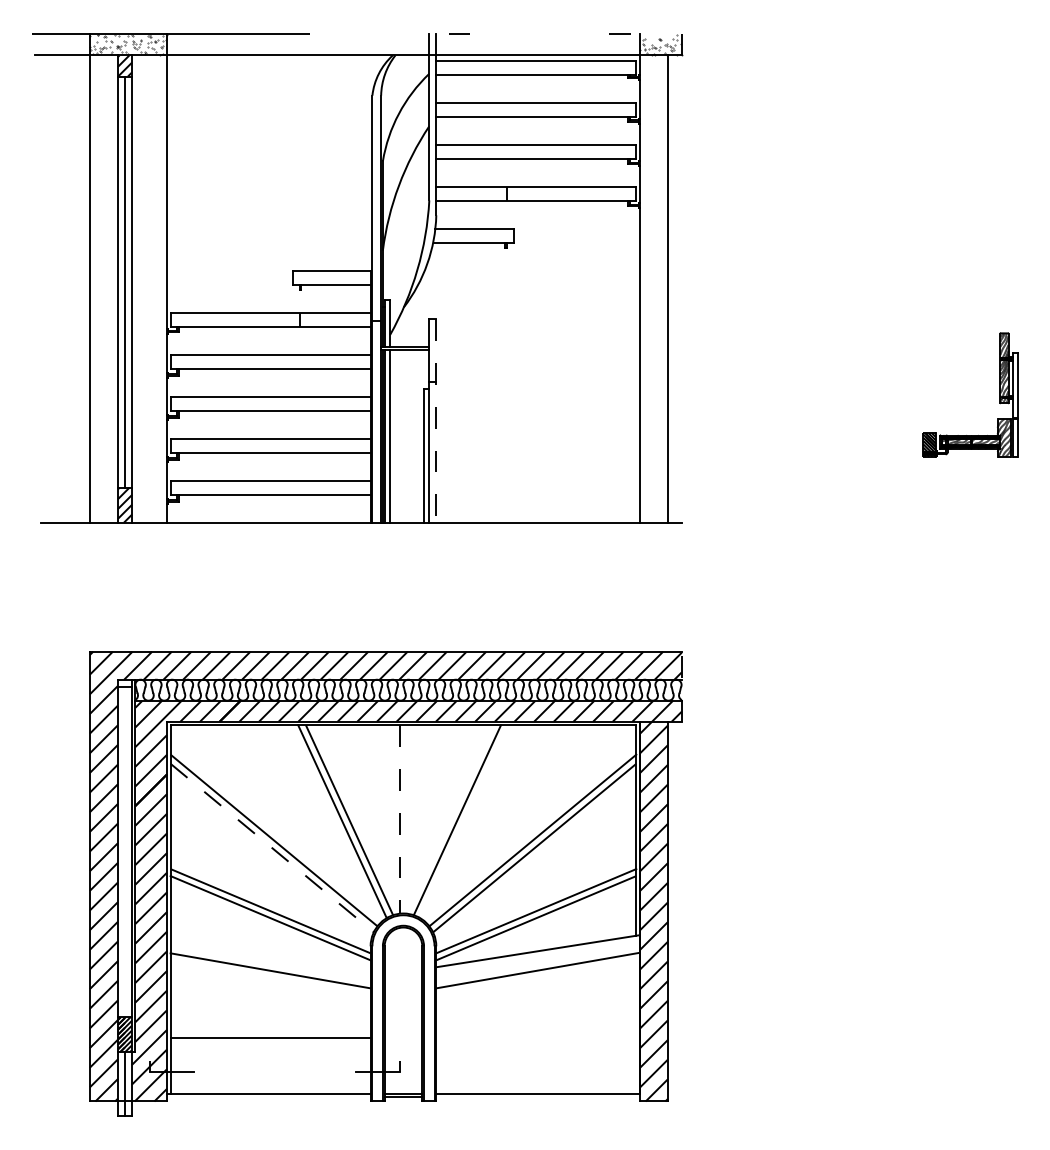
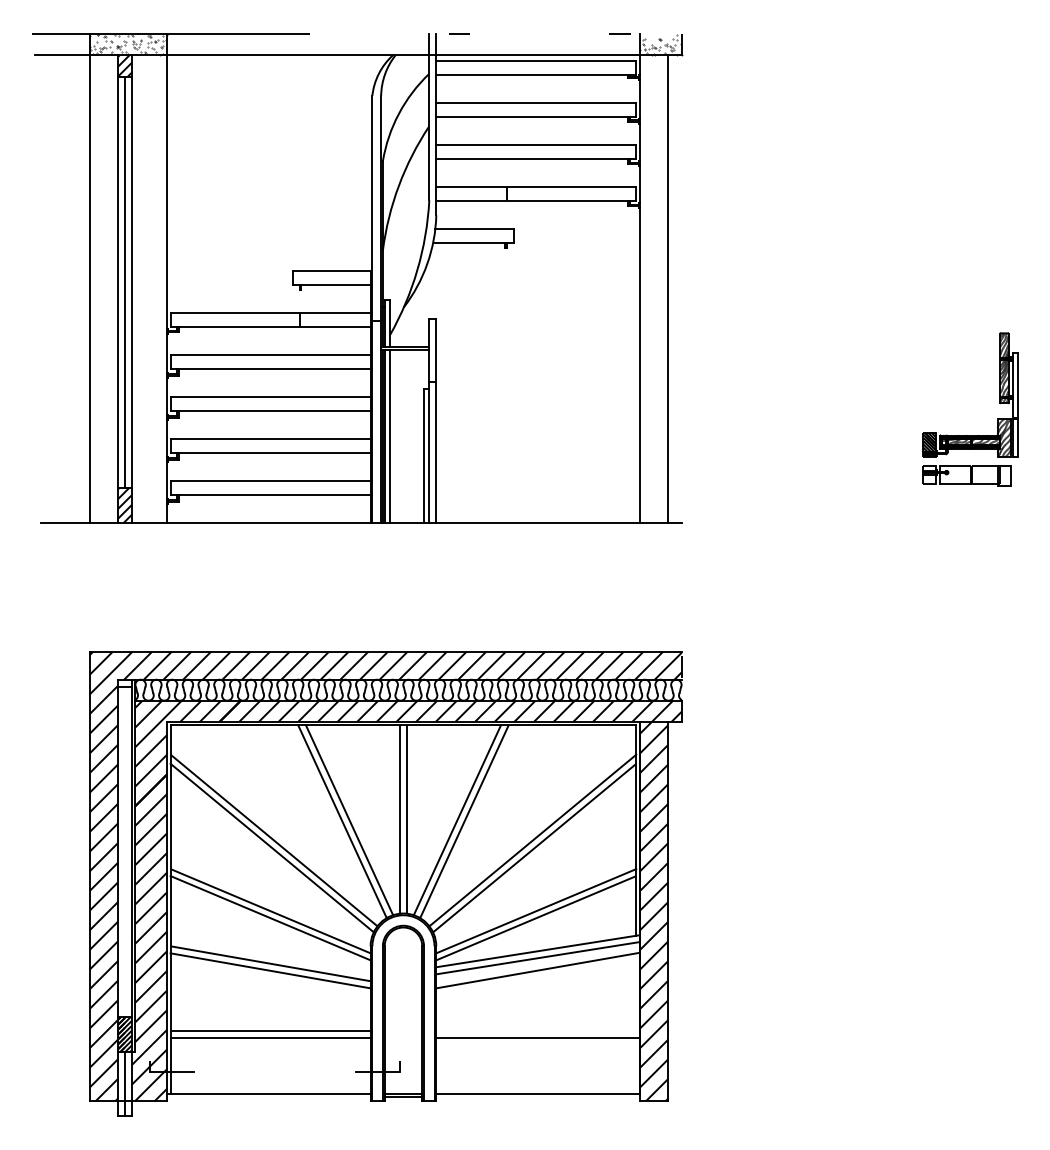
line at (436, 420): dashed -> solid
part at (966, 475): none -> present
line at (399, 819): dashed -> solid
line at (406, 819): none -> present
line at (464, 821): none -> present
line at (272, 848): dashed -> solid
line at (537, 958): none -> present
line at (270, 963): none -> present
line at (270, 1030): none -> present
line at (537, 1037): none -> present
